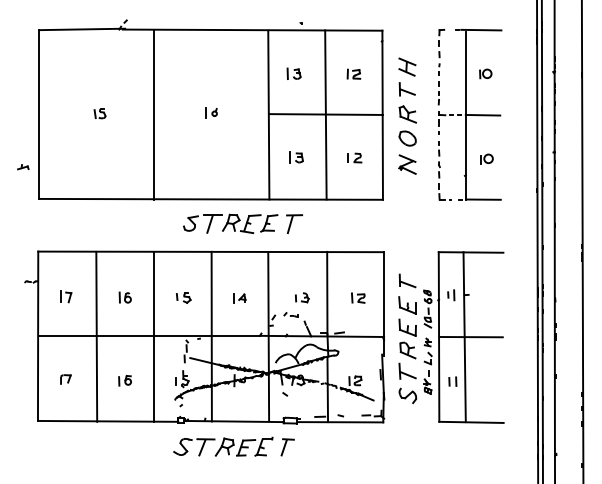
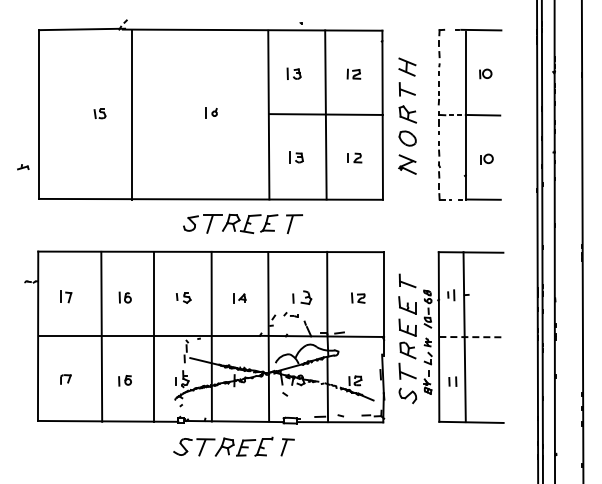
line at (154, 114) position: (154, 114) -> (132, 114)
part at (302, 297) size: 15x12 px -> 21x15 px
line at (96, 336) position: (96, 336) -> (101, 336)
line at (471, 337): solid -> dashed
